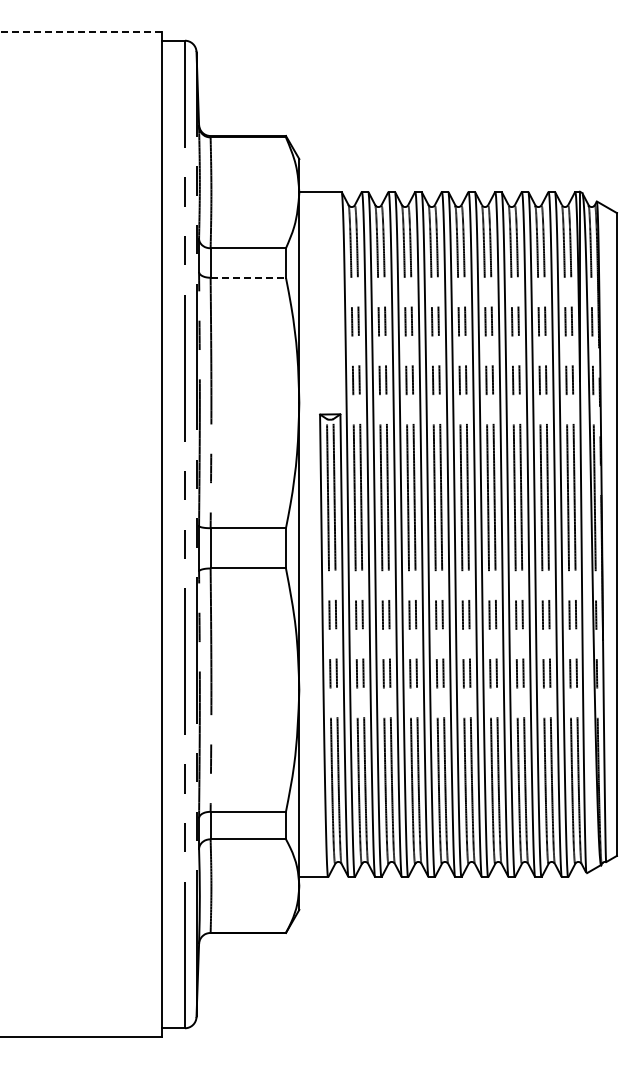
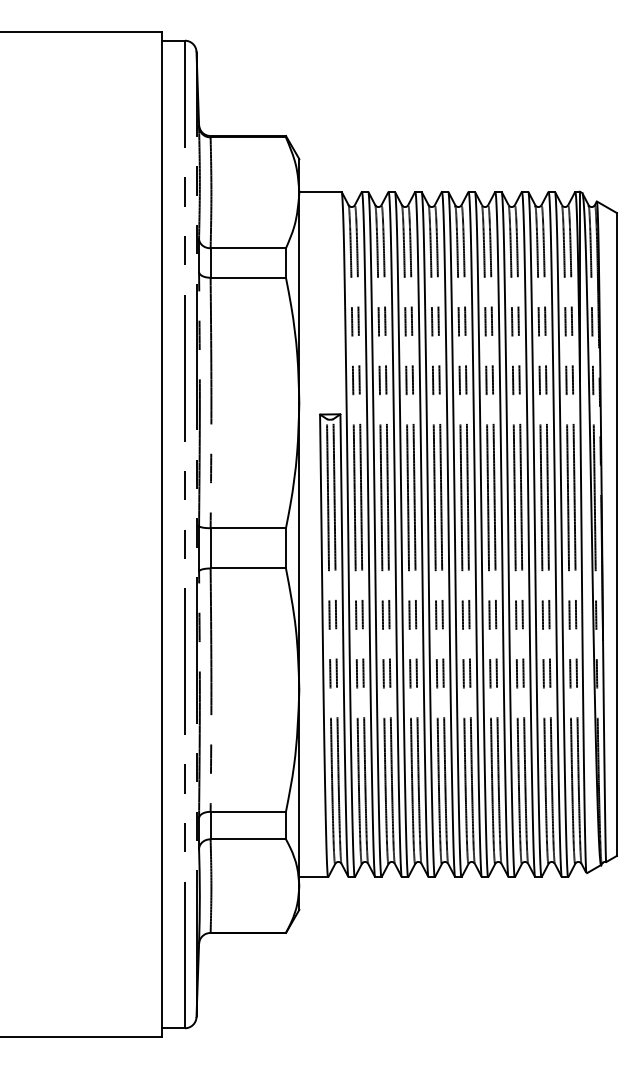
line at (81, 32): dashed -> solid
line at (248, 277): dashed -> solid
